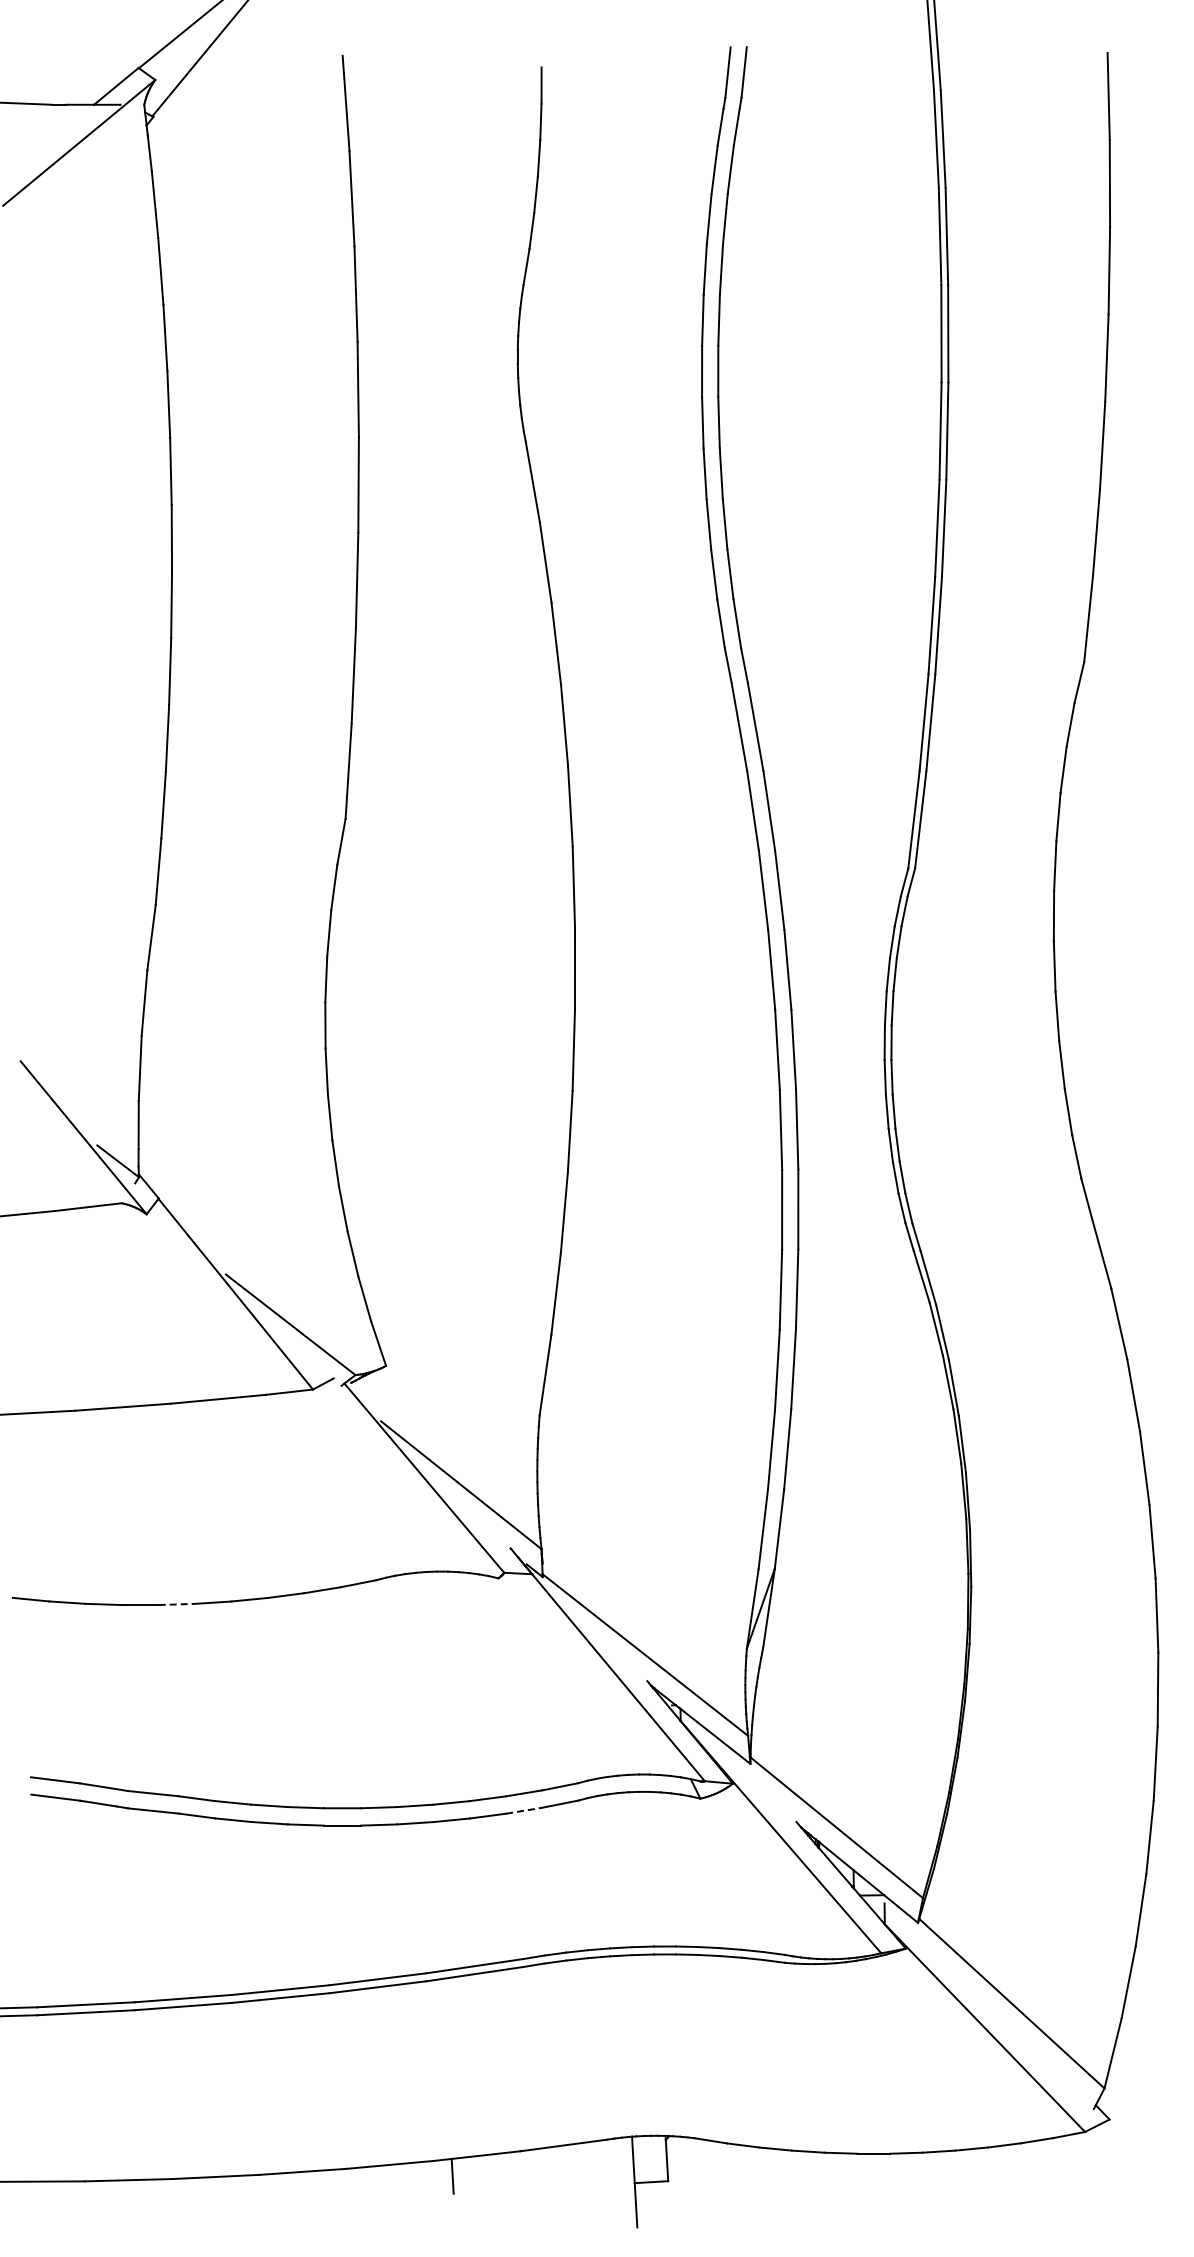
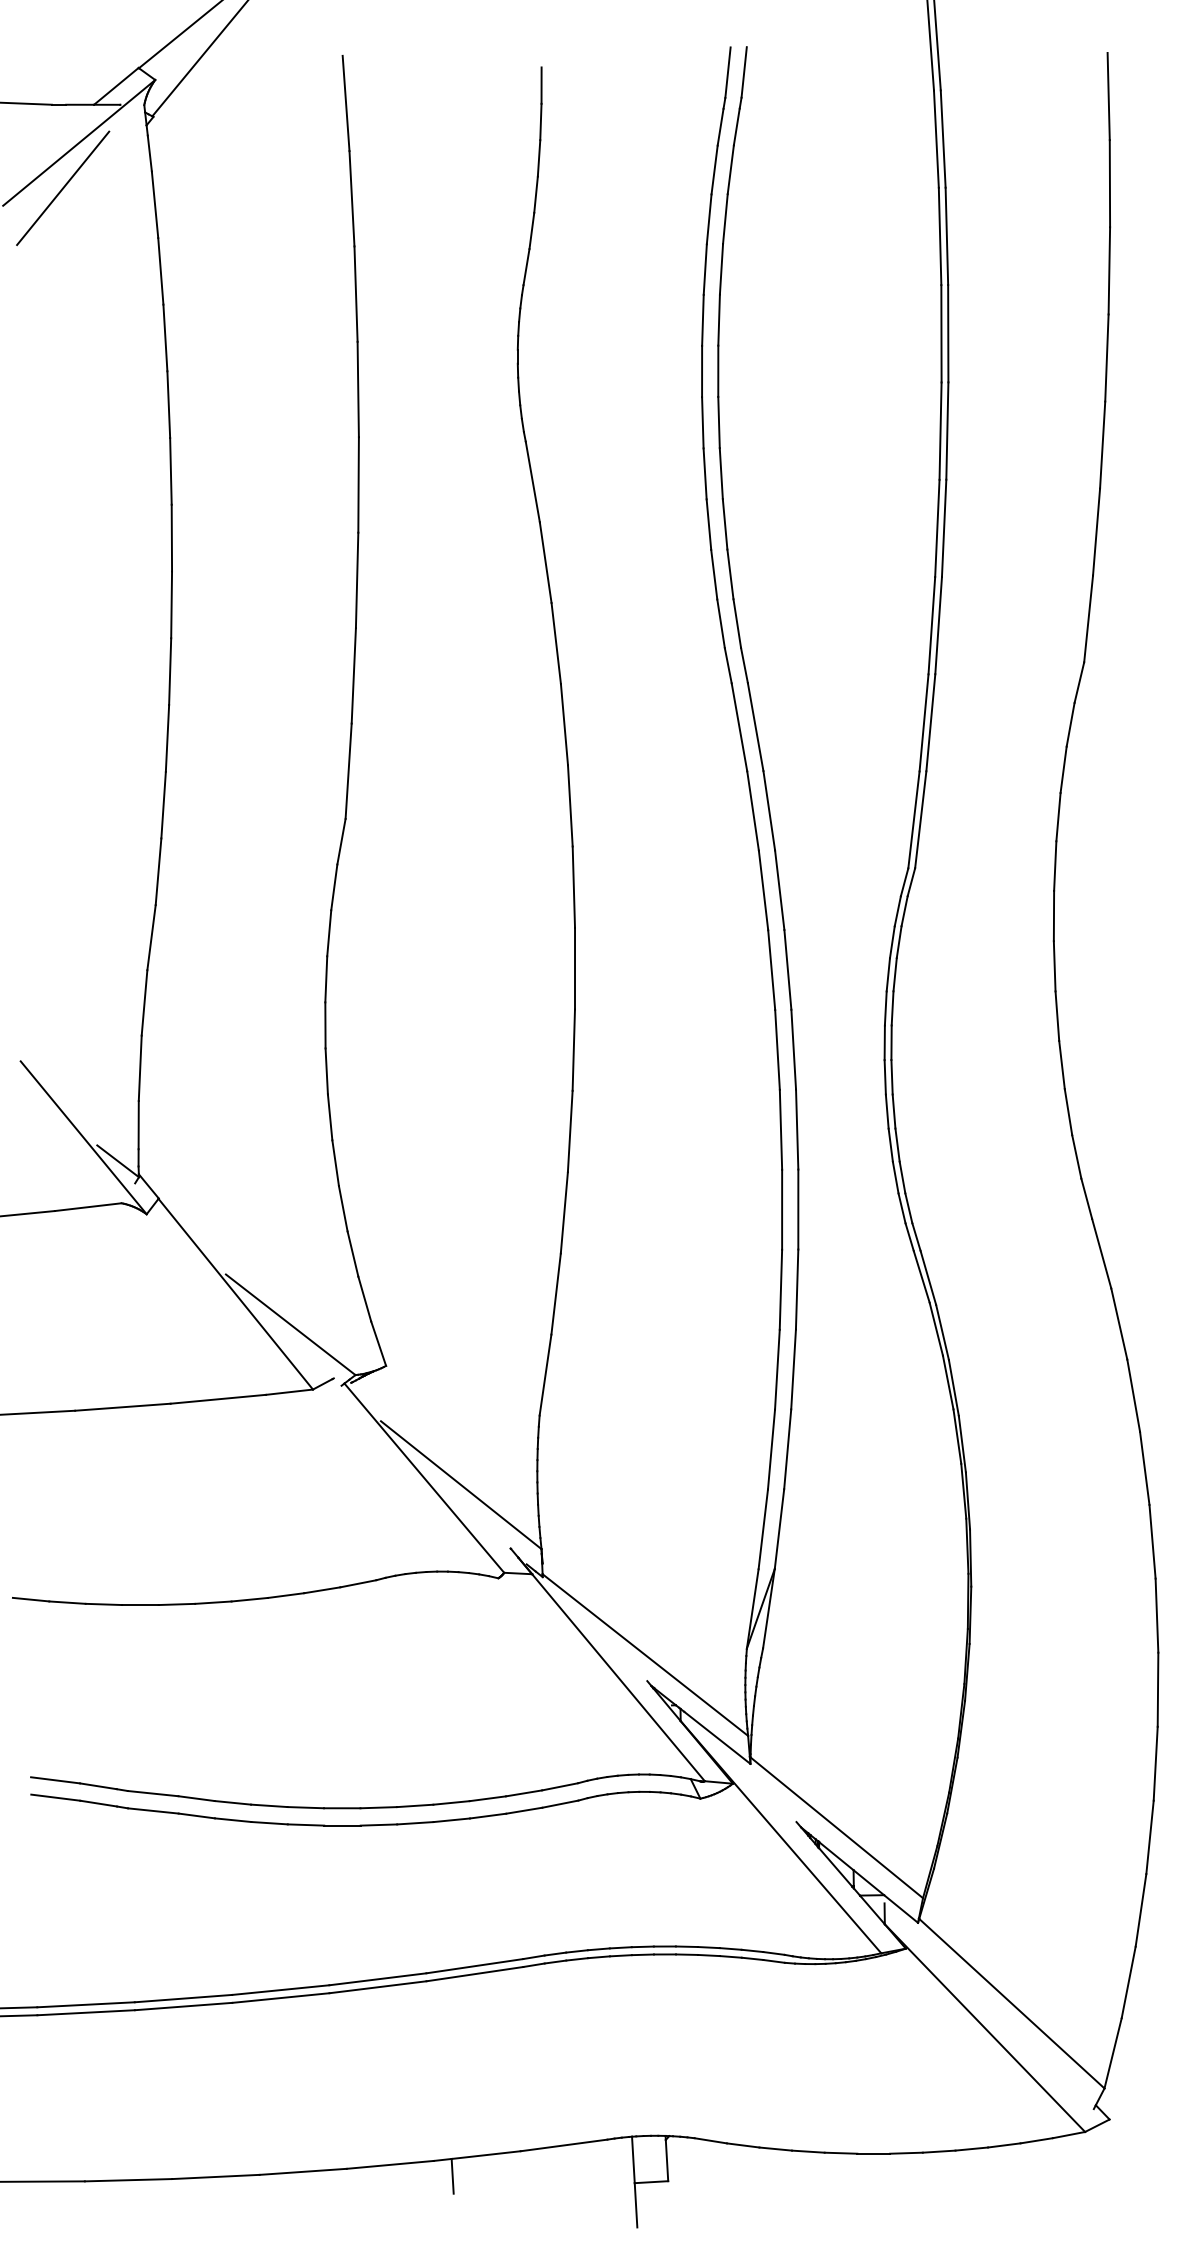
line at (63, 188): none -> present
line at (177, 1604): dashed -> solid
line at (524, 1810): dashed -> solid
